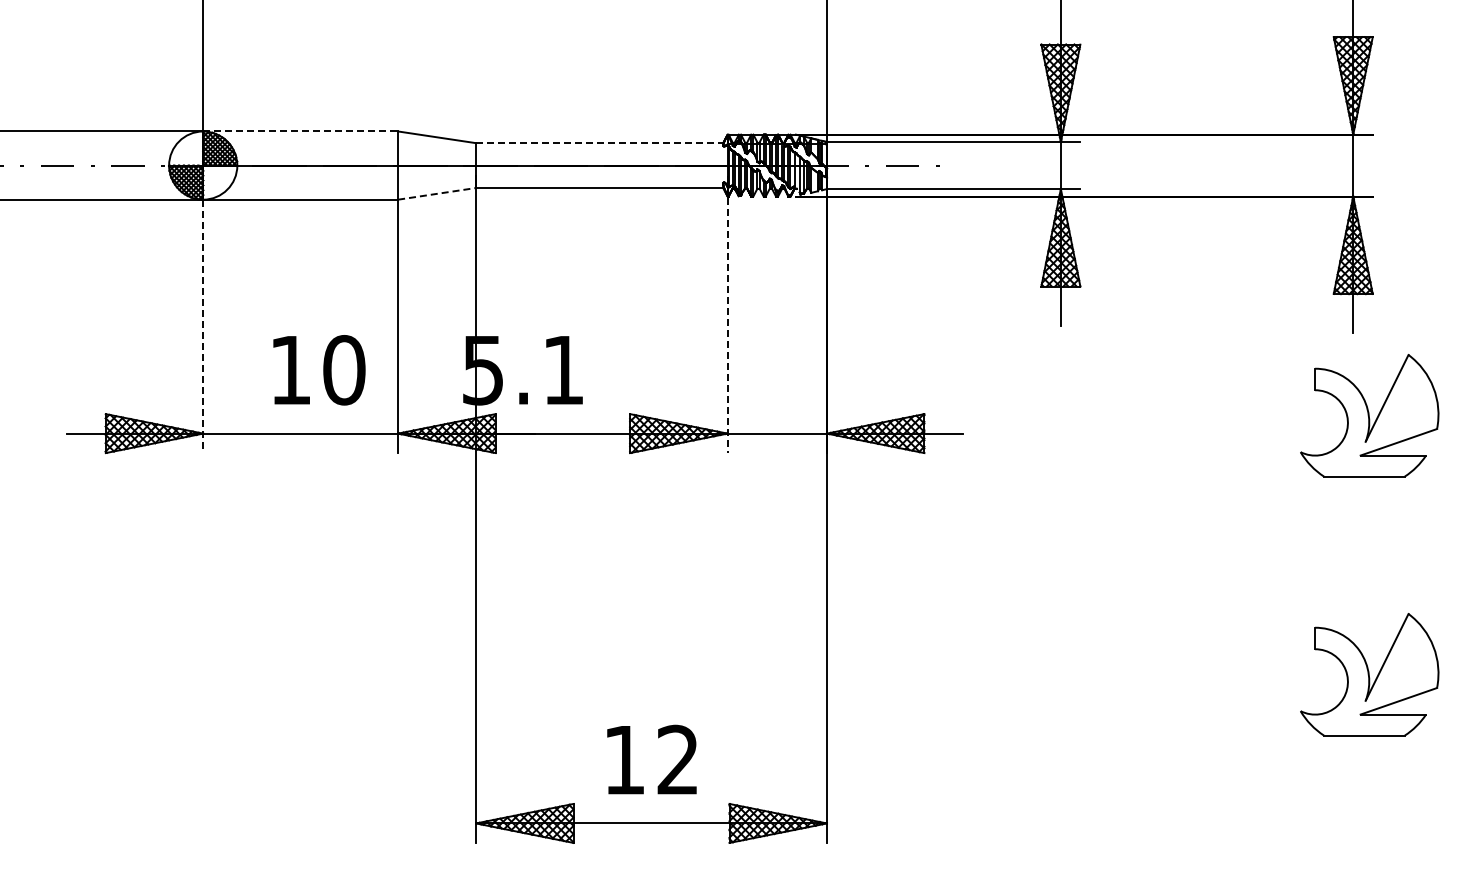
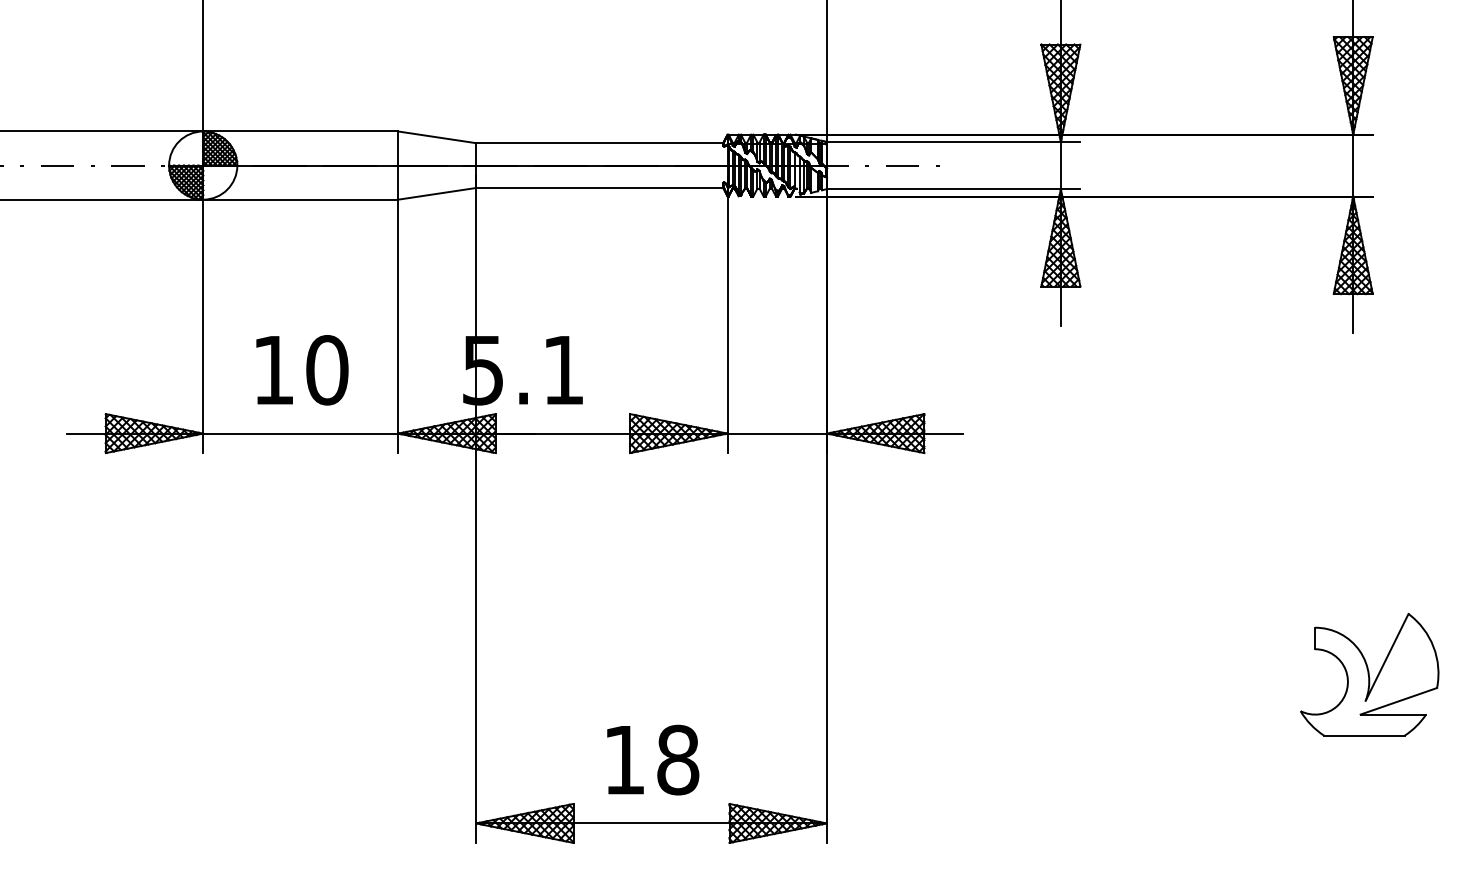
line at (301, 131): dashed -> solid
line at (599, 143): dashed -> solid
line at (437, 193): dashed -> solid
line at (727, 315): dashed -> solid
line at (203, 326): dashed -> solid
text at (319, 370) position: (319, 370) -> (302, 370)
part at (1369, 415): present -> none
text at (678, 759): 12 -> 18
